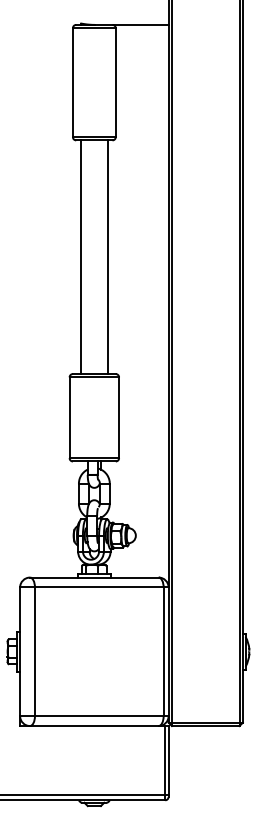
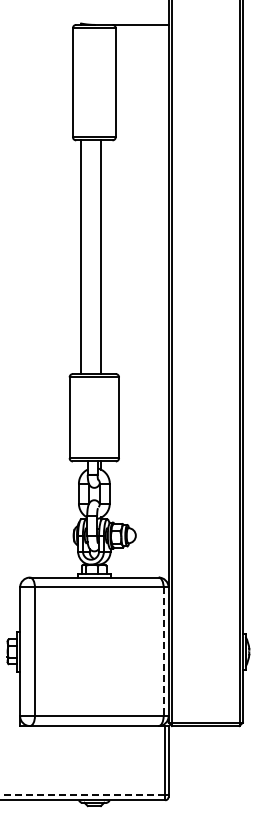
line at (107, 257) position: (107, 257) -> (100, 257)
line at (163, 652): solid -> dashed
line at (82, 795): solid -> dashed
